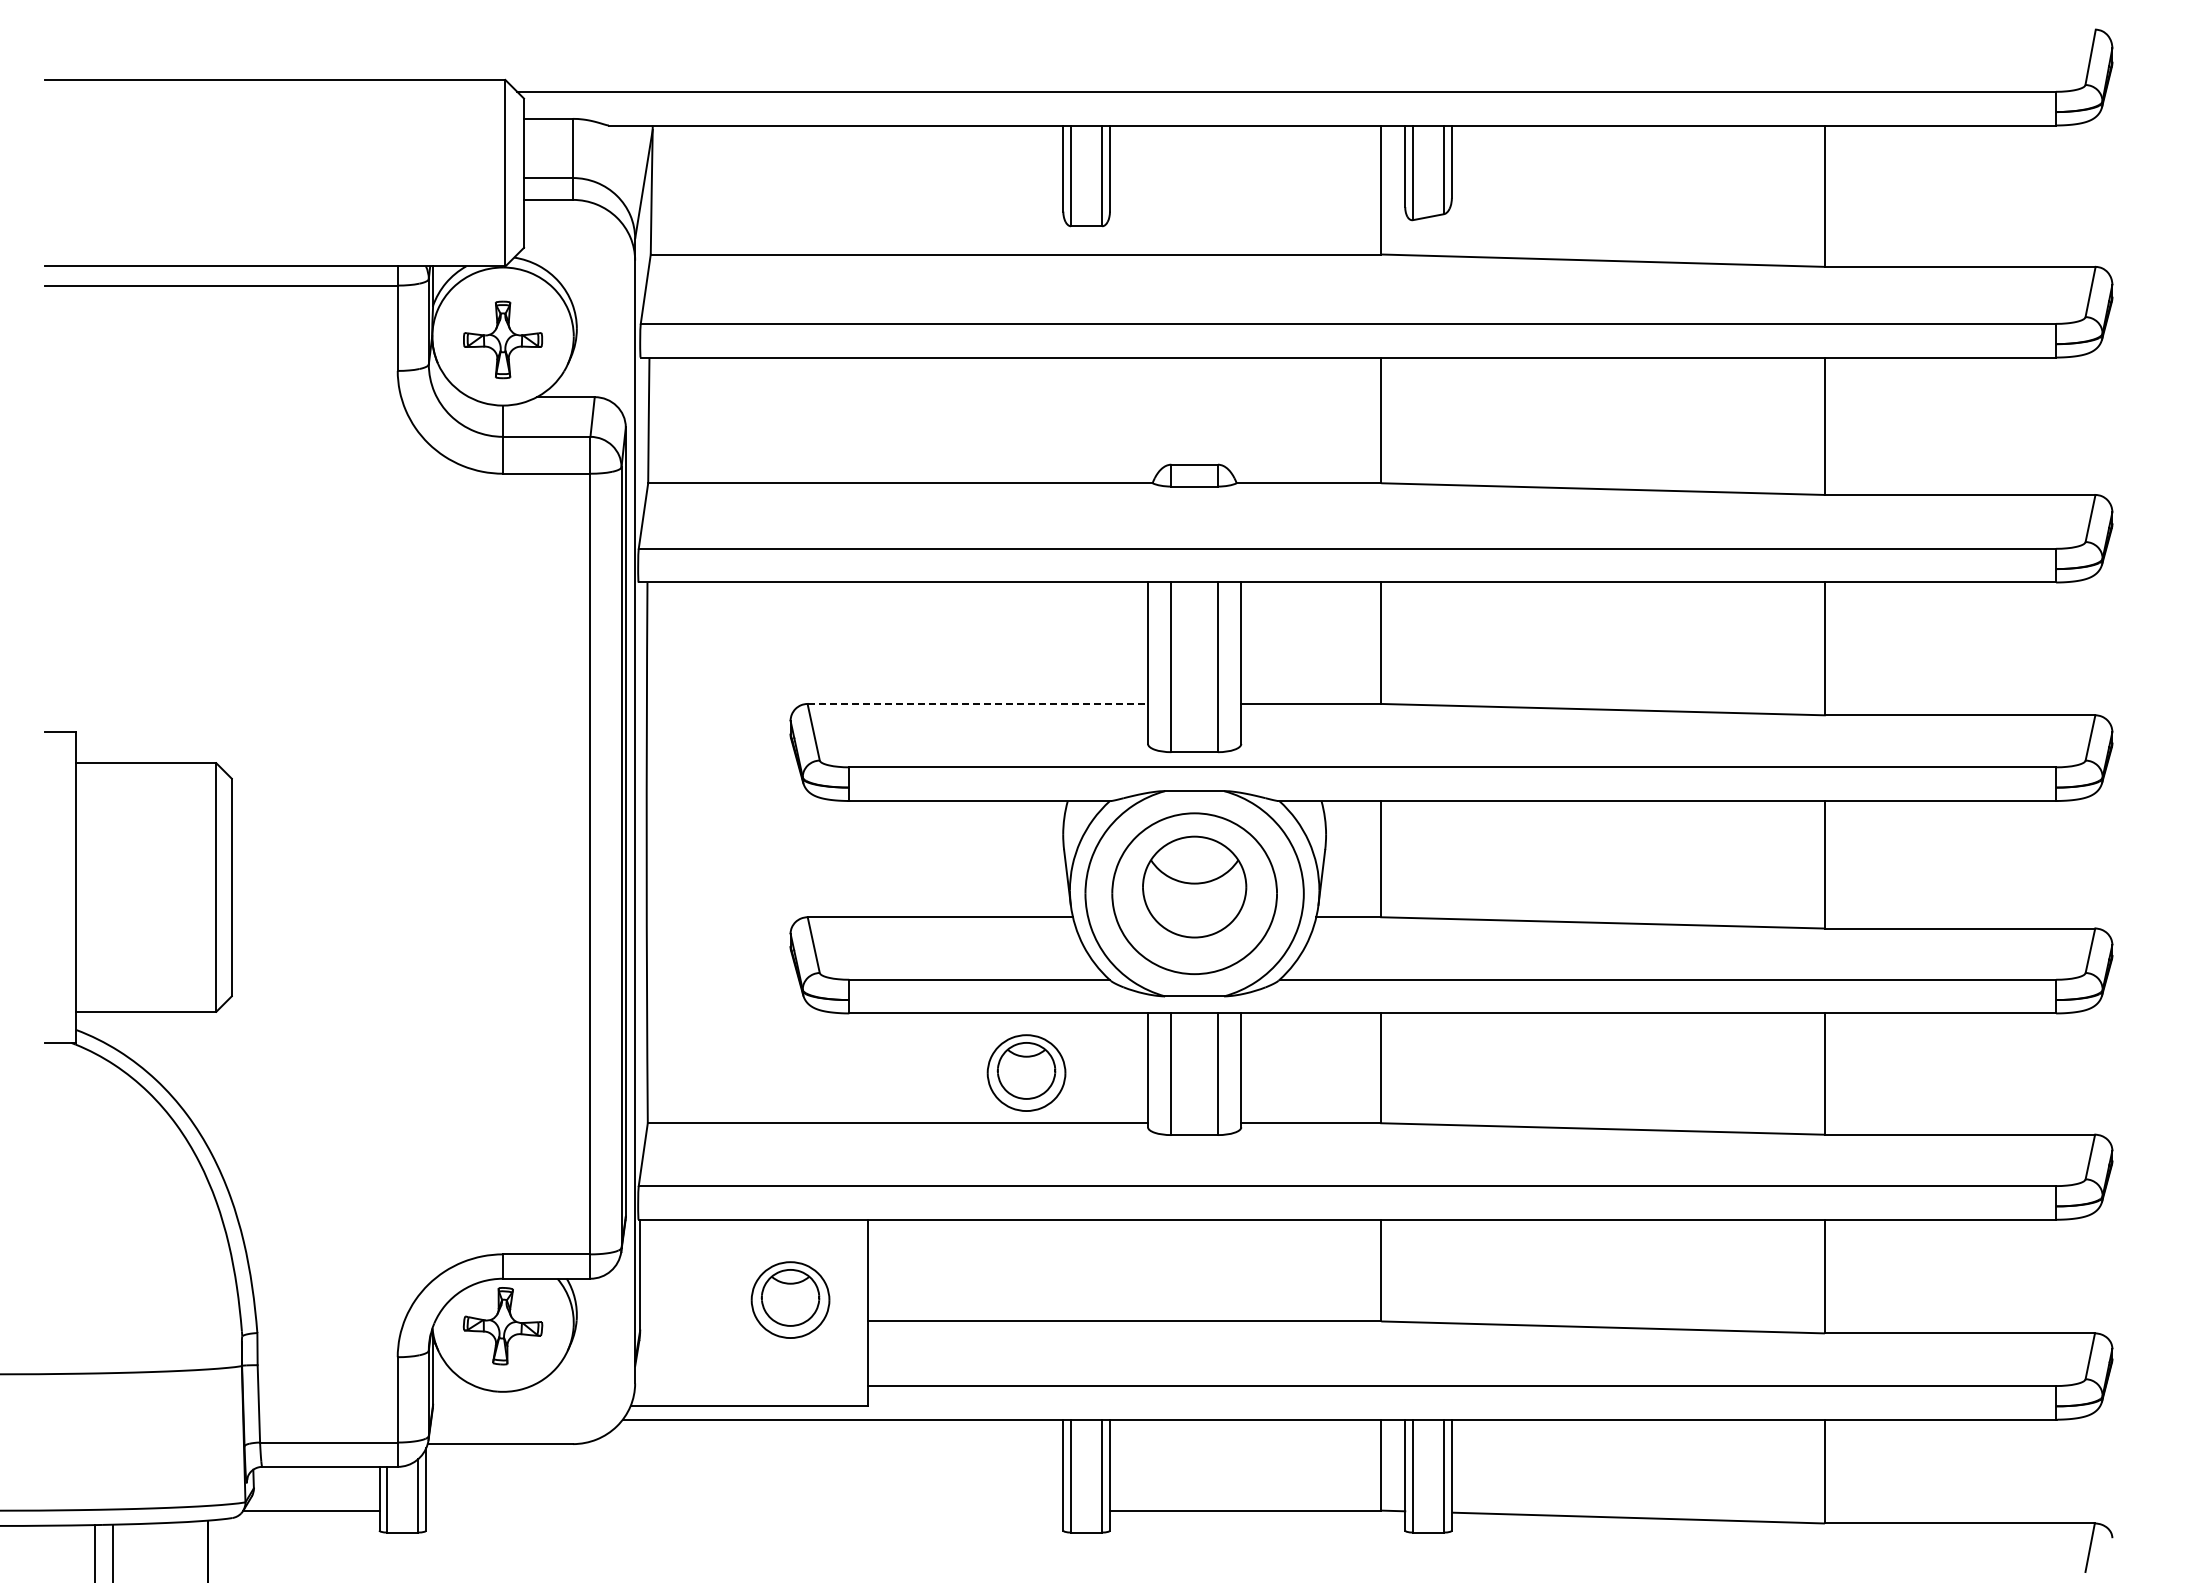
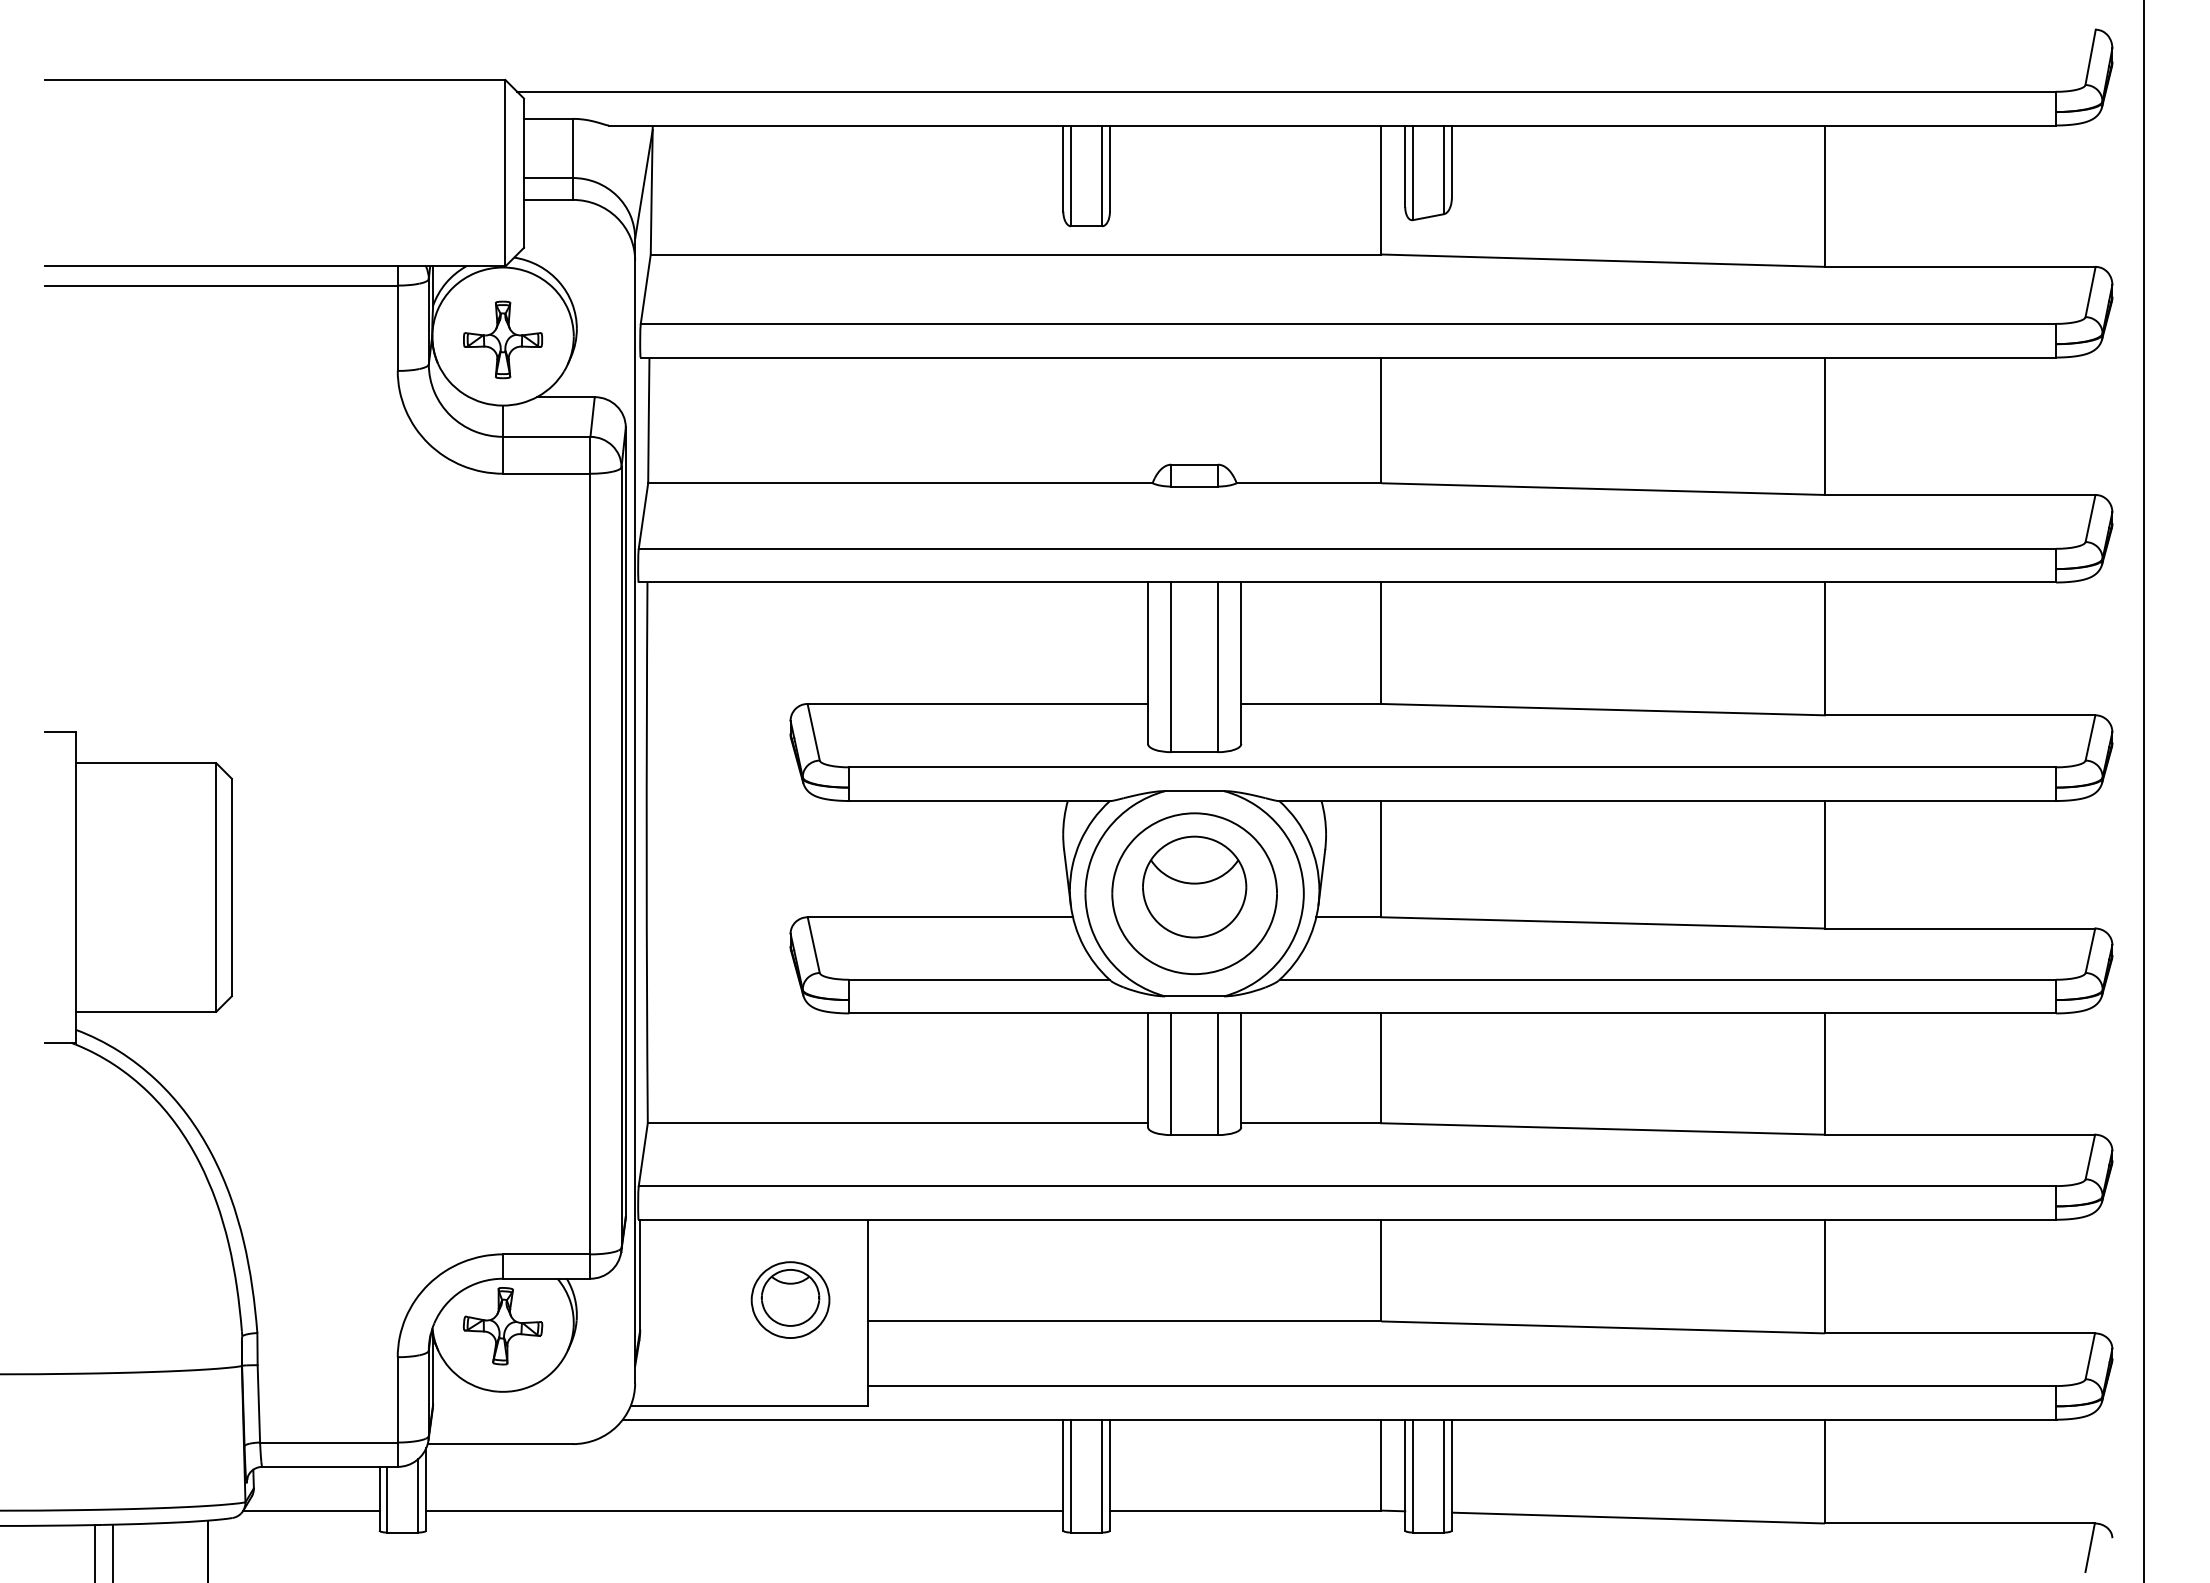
line at (978, 703): dashed -> solid
line at (2143, 790): none -> present
part at (1026, 1072): present -> none
line at (744, 1510): none -> present
